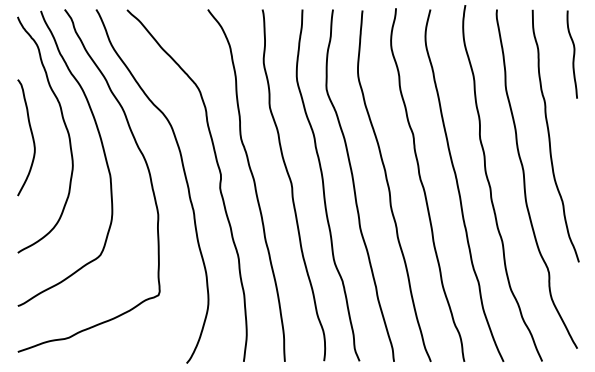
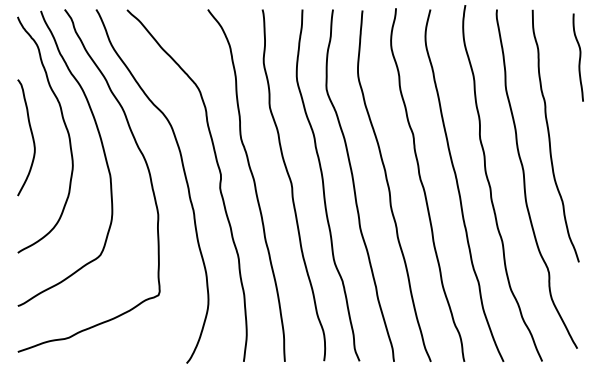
curve at (573, 54) position: (573, 54) -> (579, 57)
